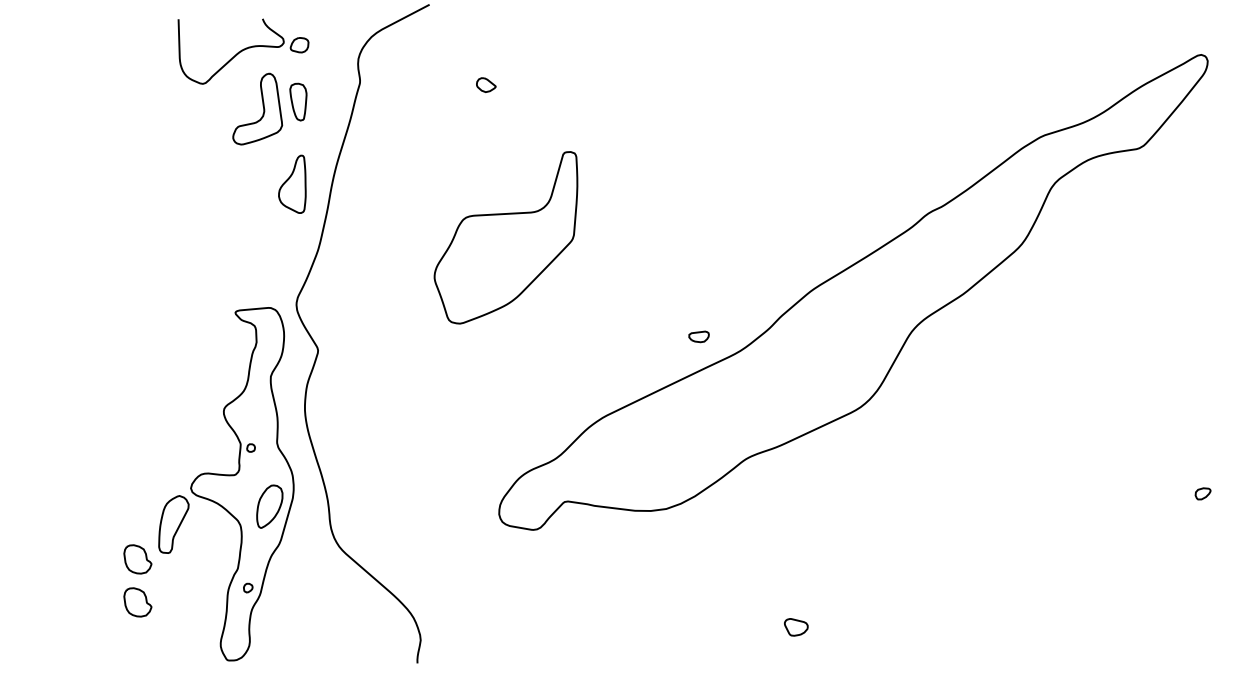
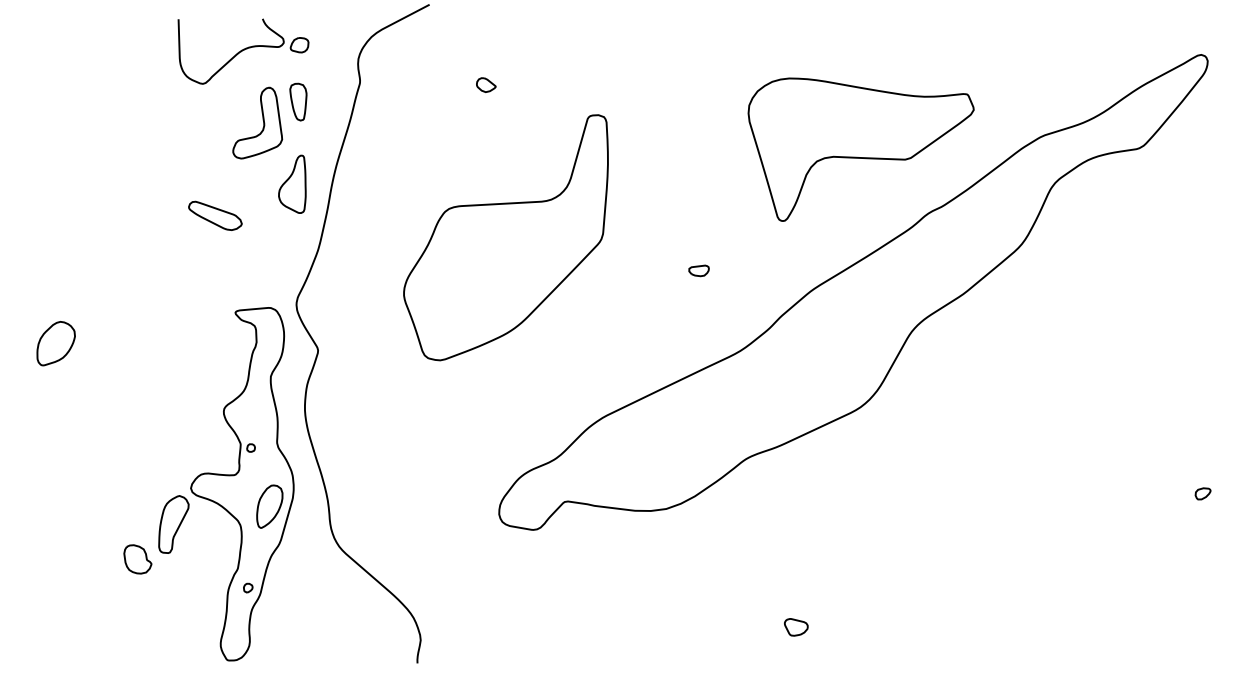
part at (257, 108) position: (257, 108) -> (257, 122)
part at (860, 149): none -> present
part at (215, 215): none -> present
part at (505, 237) size: 146x174 px -> 206x248 px
part at (698, 336) position: (698, 336) -> (698, 270)
part at (55, 343): none -> present
part at (137, 602): present -> none
